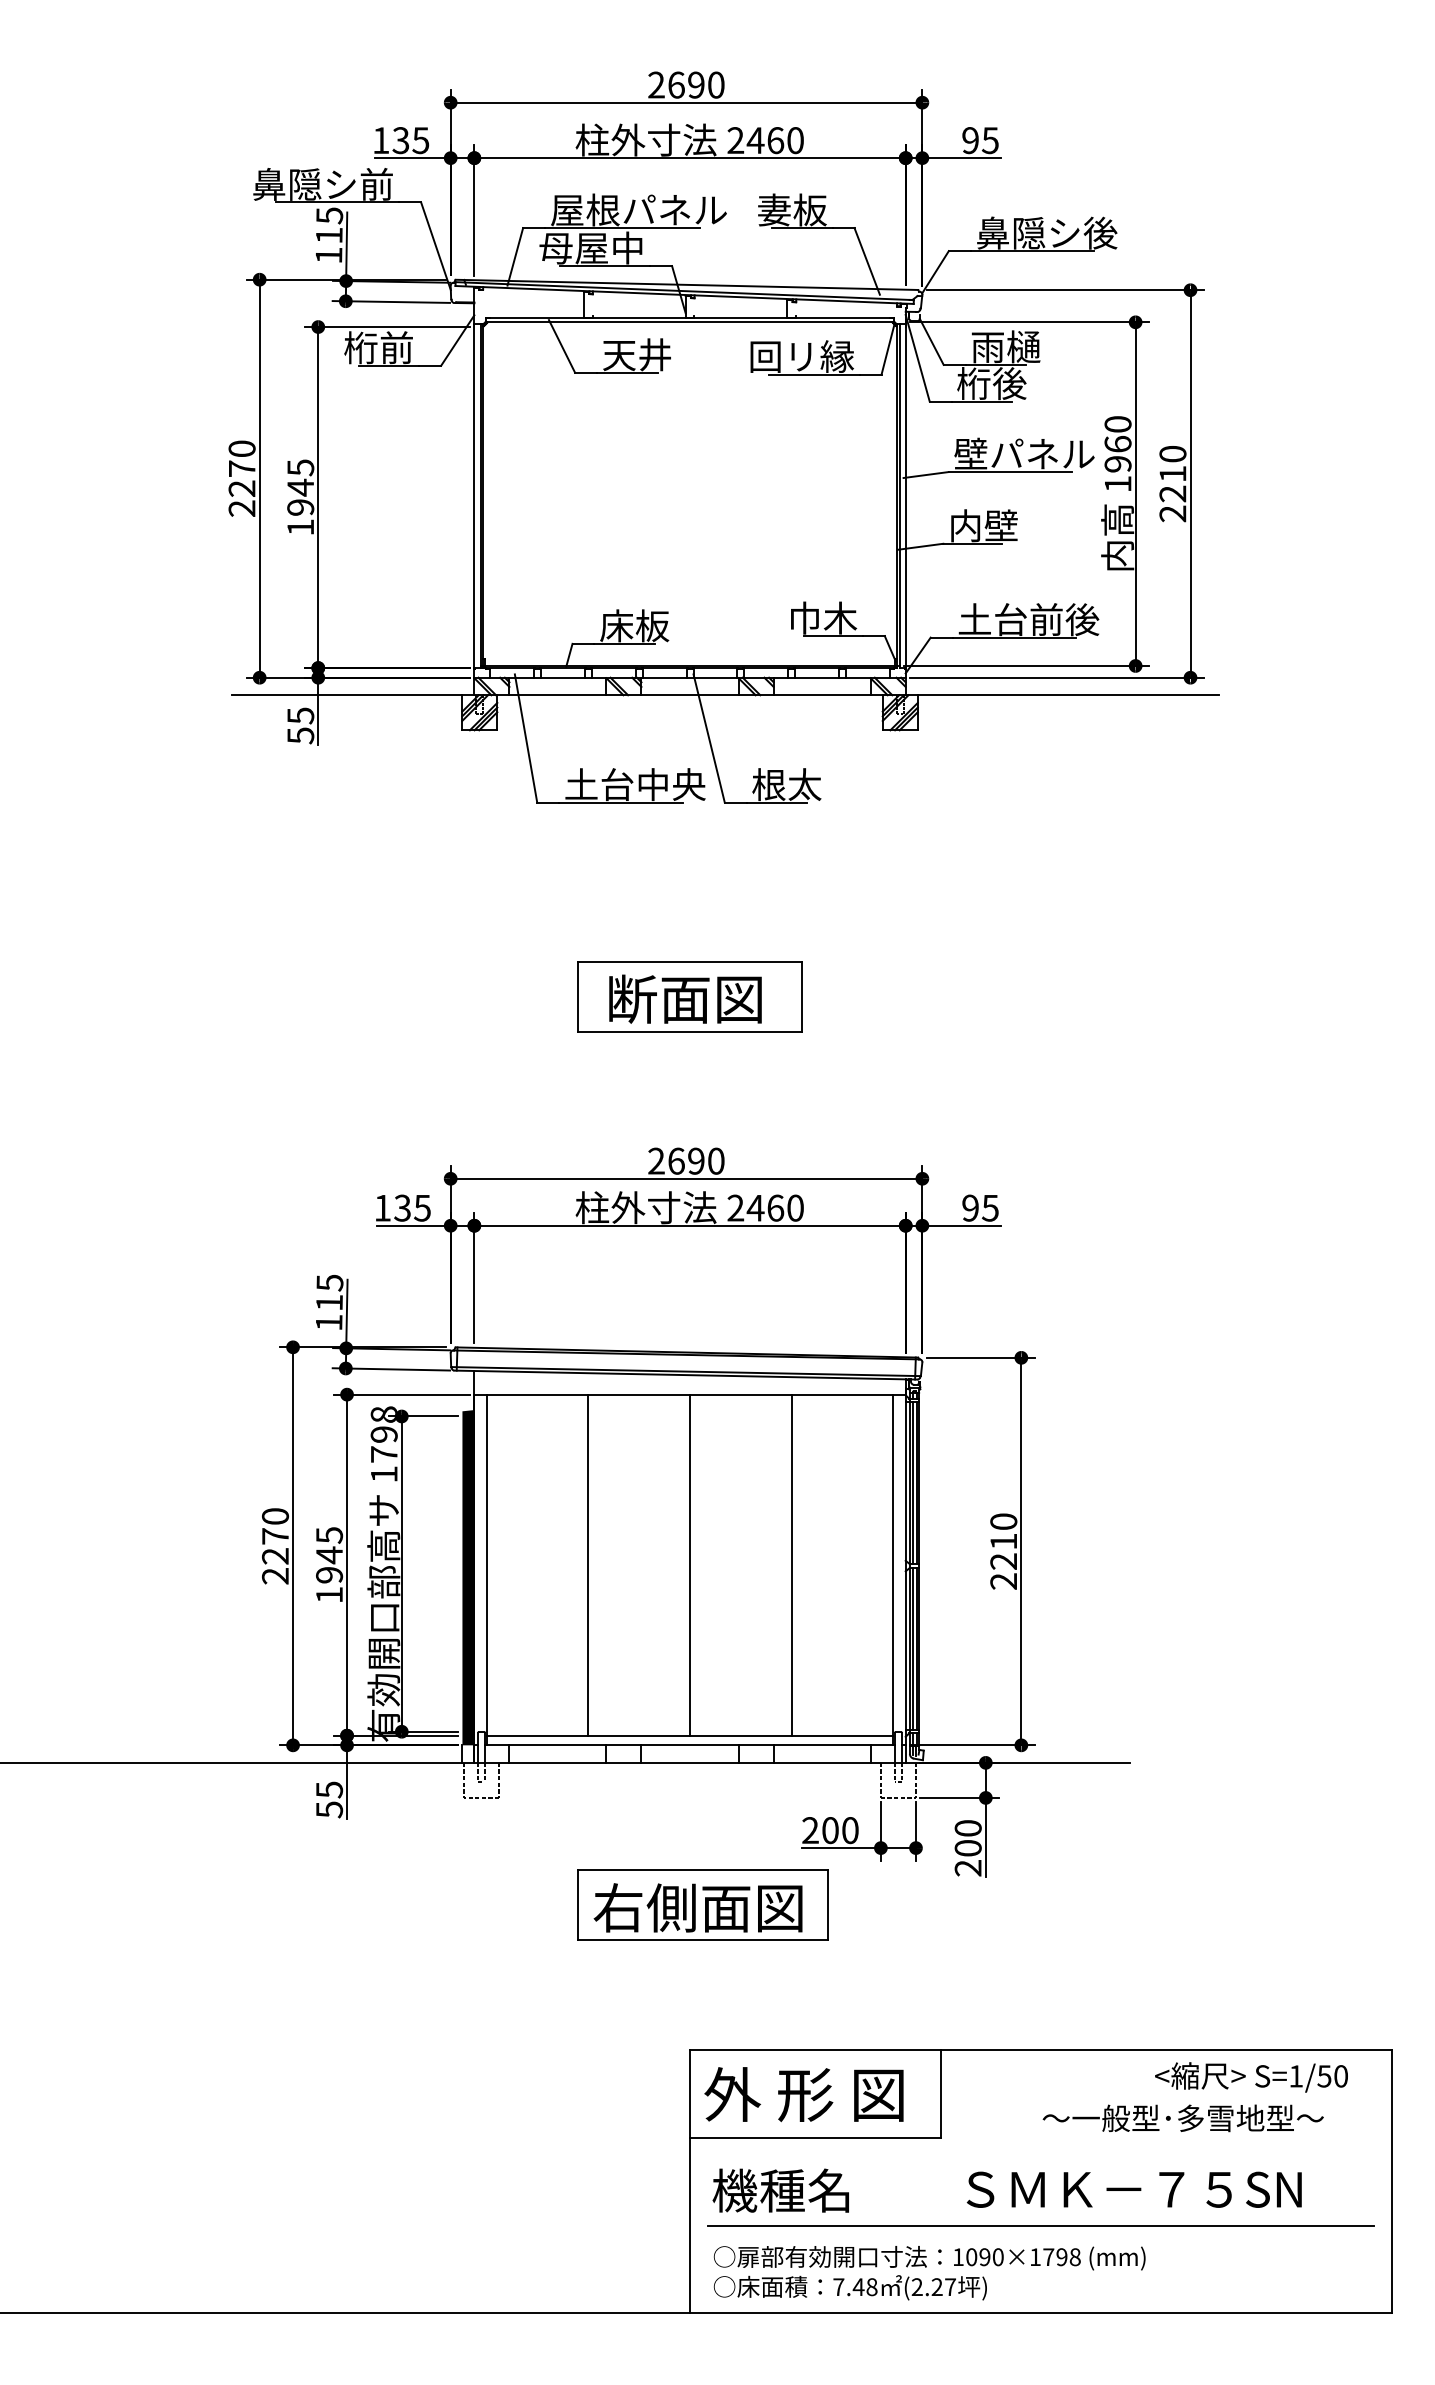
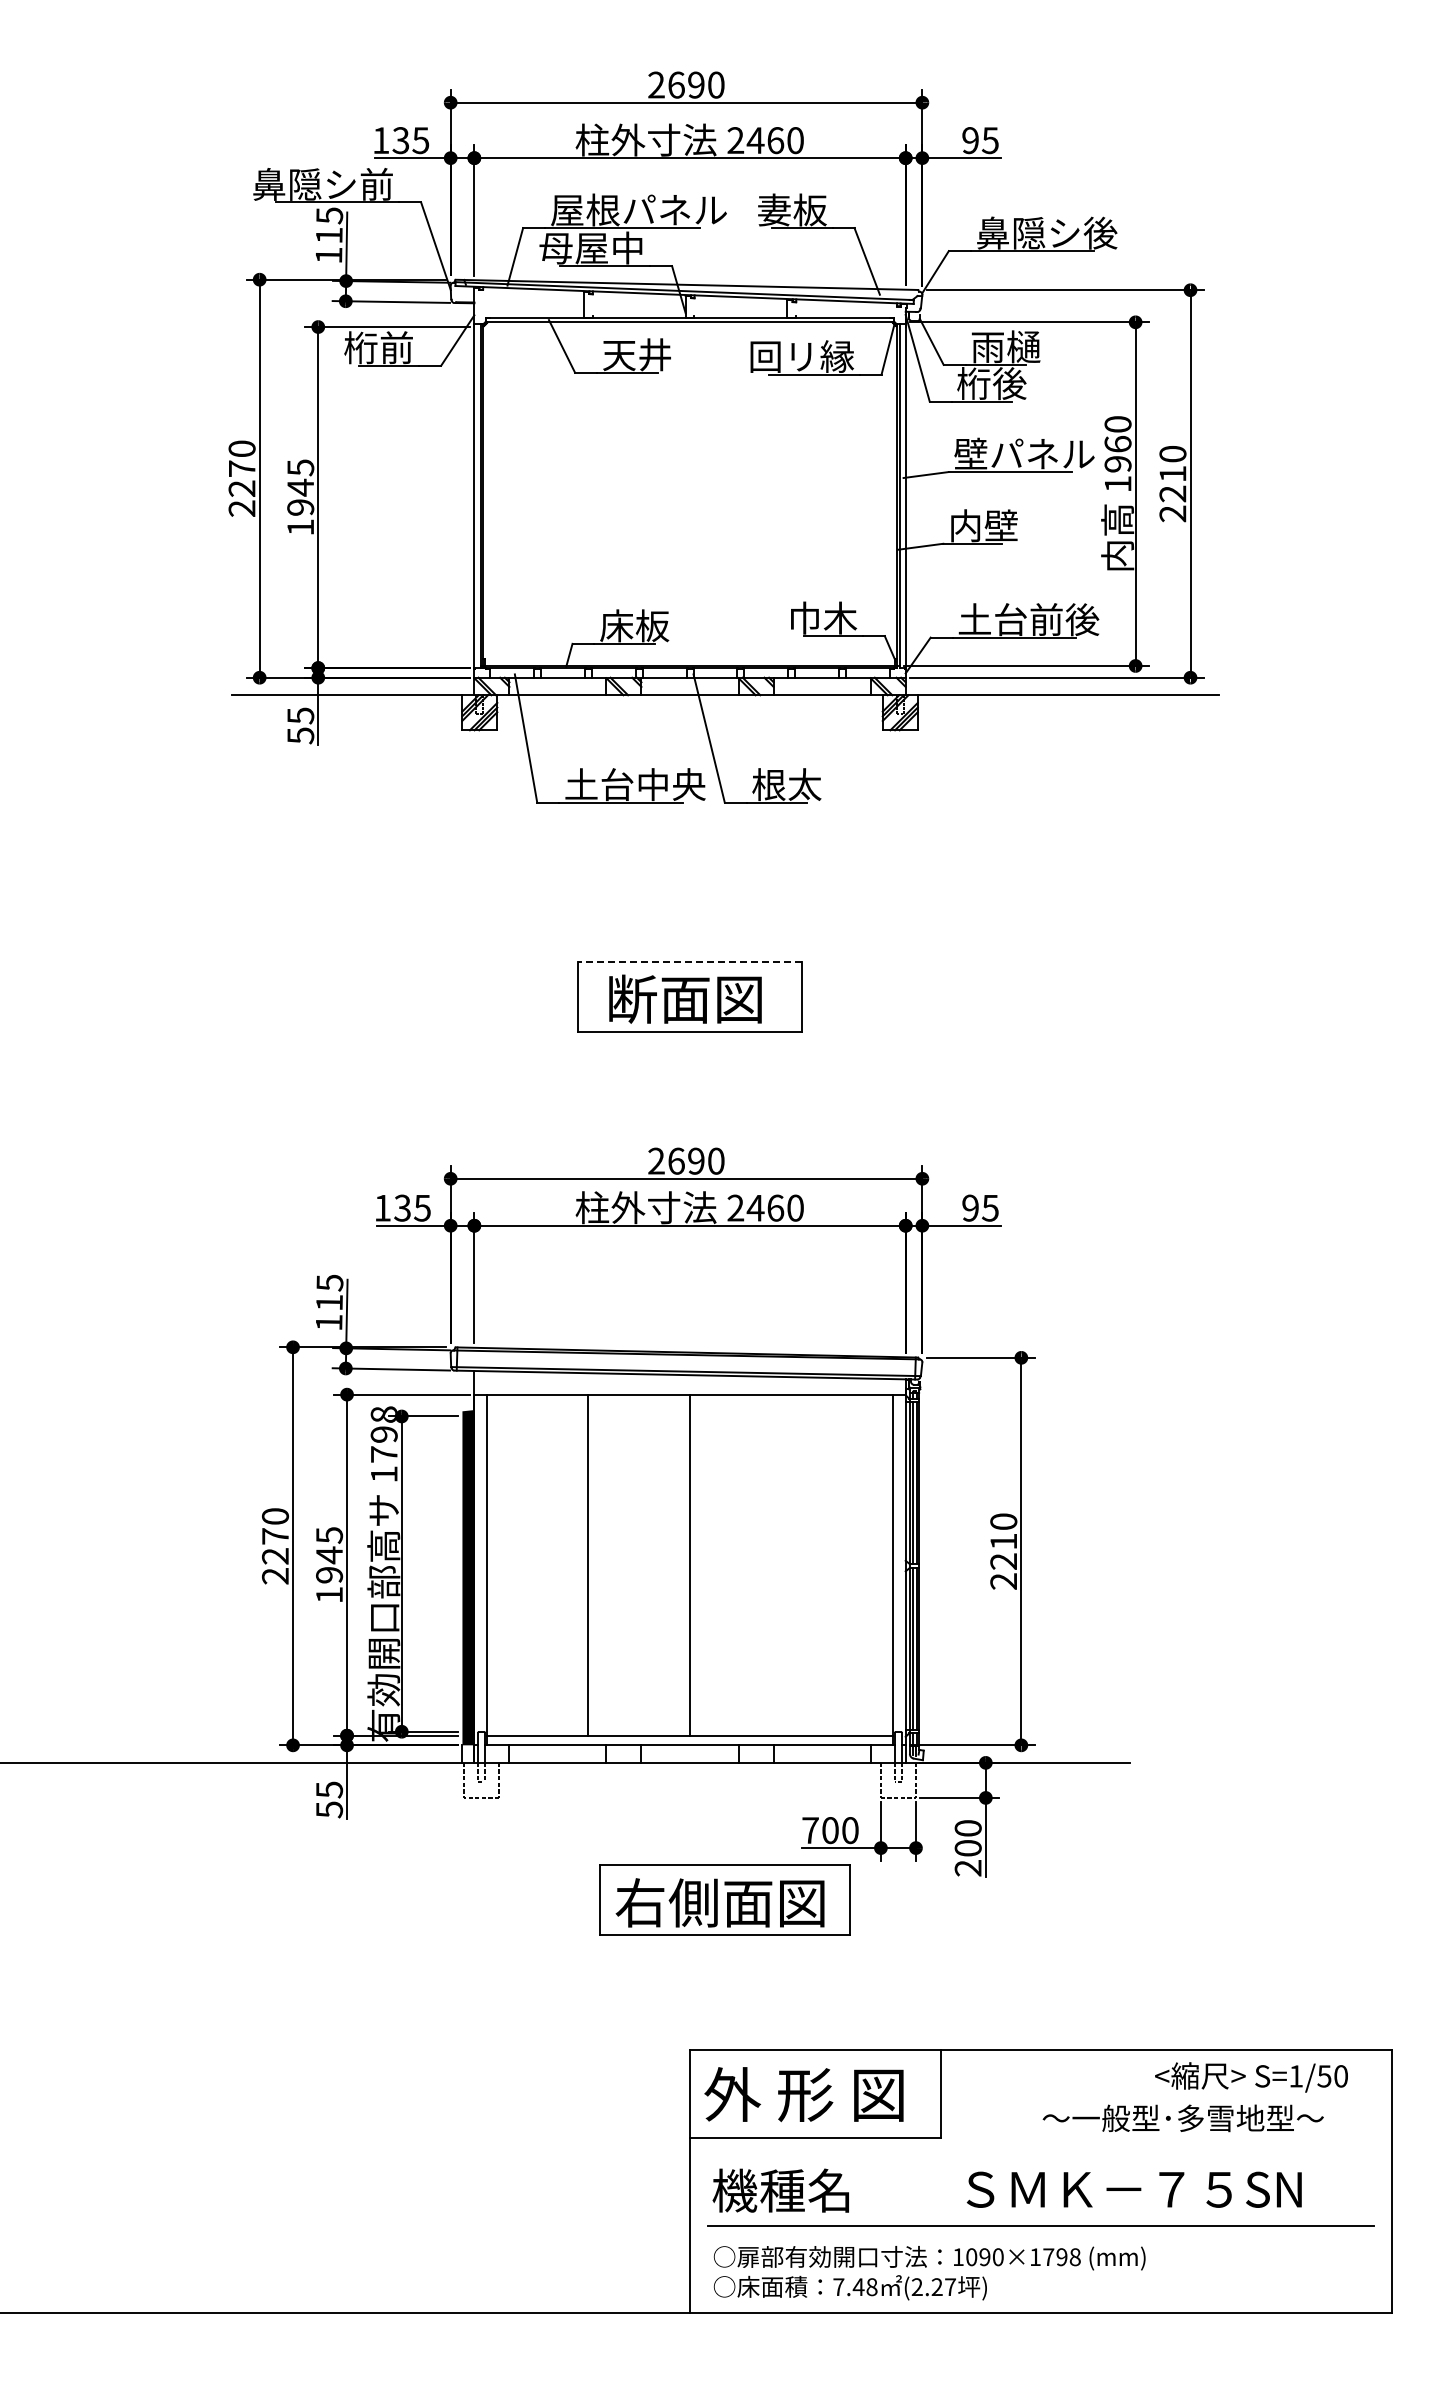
line at (690, 961): solid -> dashed
line at (791, 1564): present -> none
text at (810, 1830): 200 -> 700
part at (702, 1904) position: (702, 1904) -> (724, 1899)
